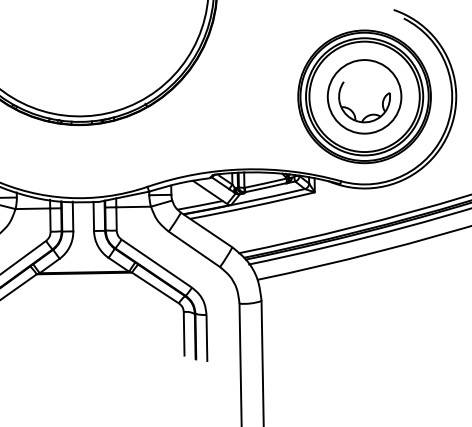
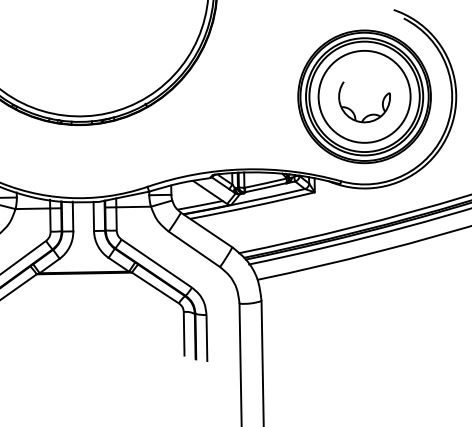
circle at (364, 96) diameter: 74 px -> 92 px
